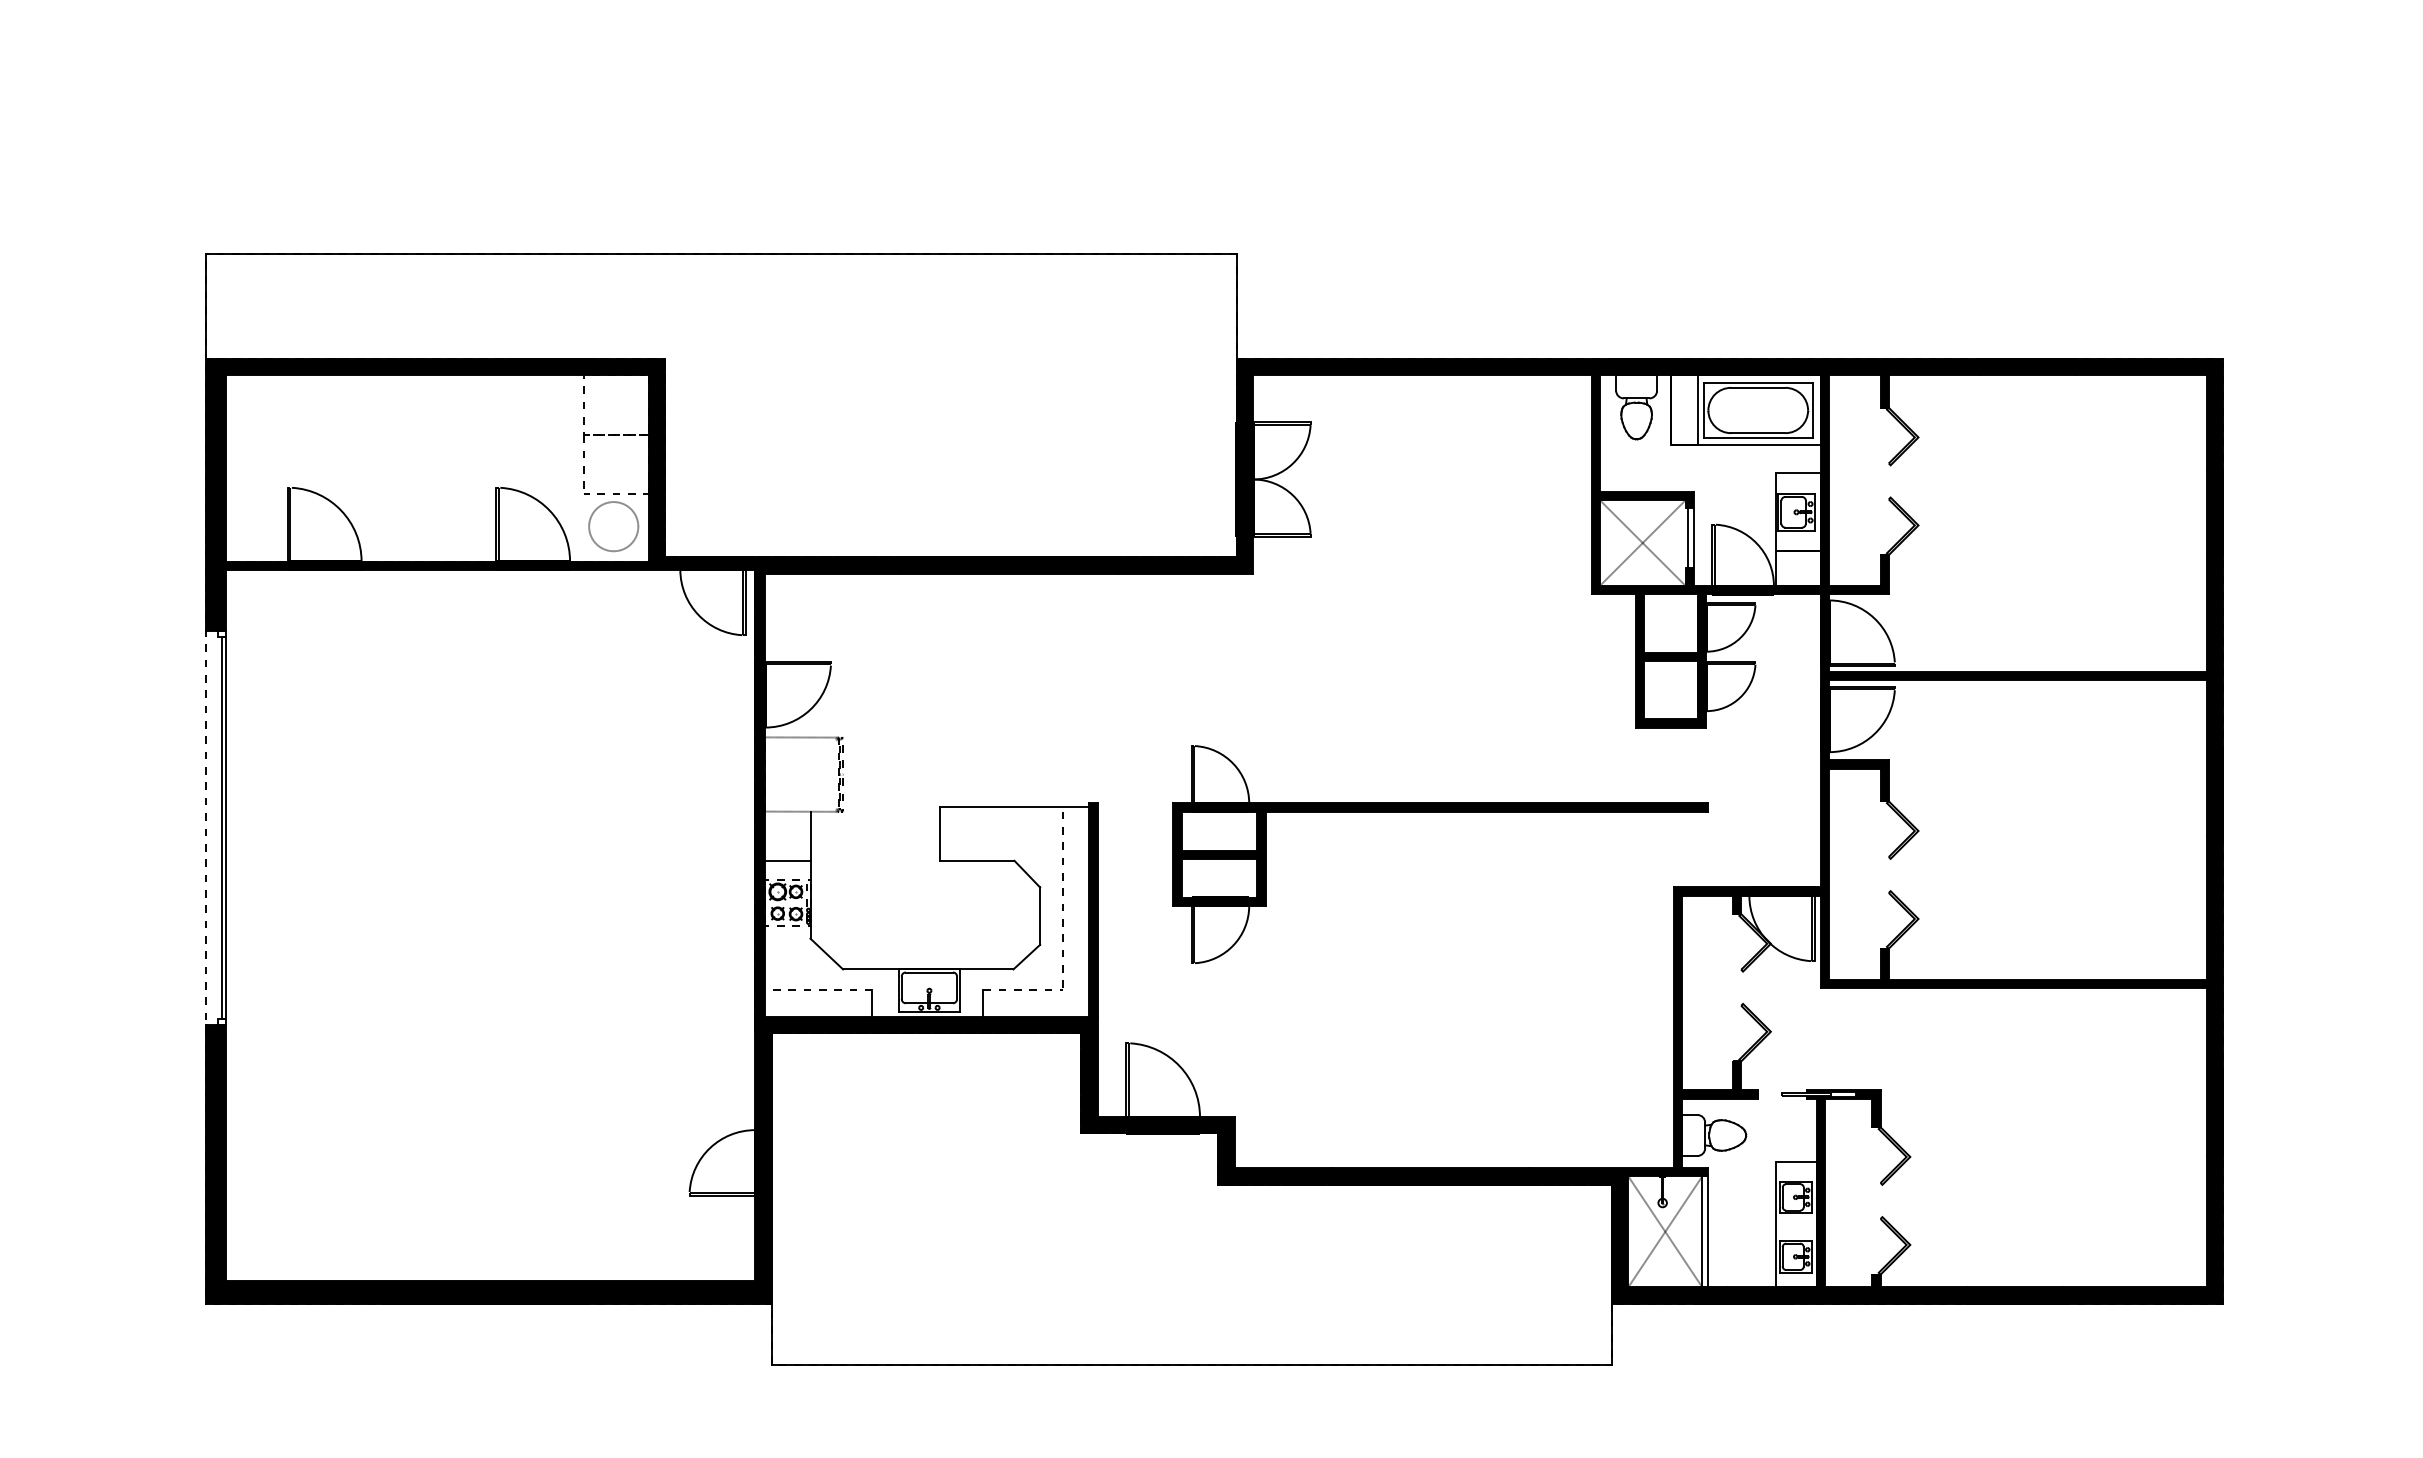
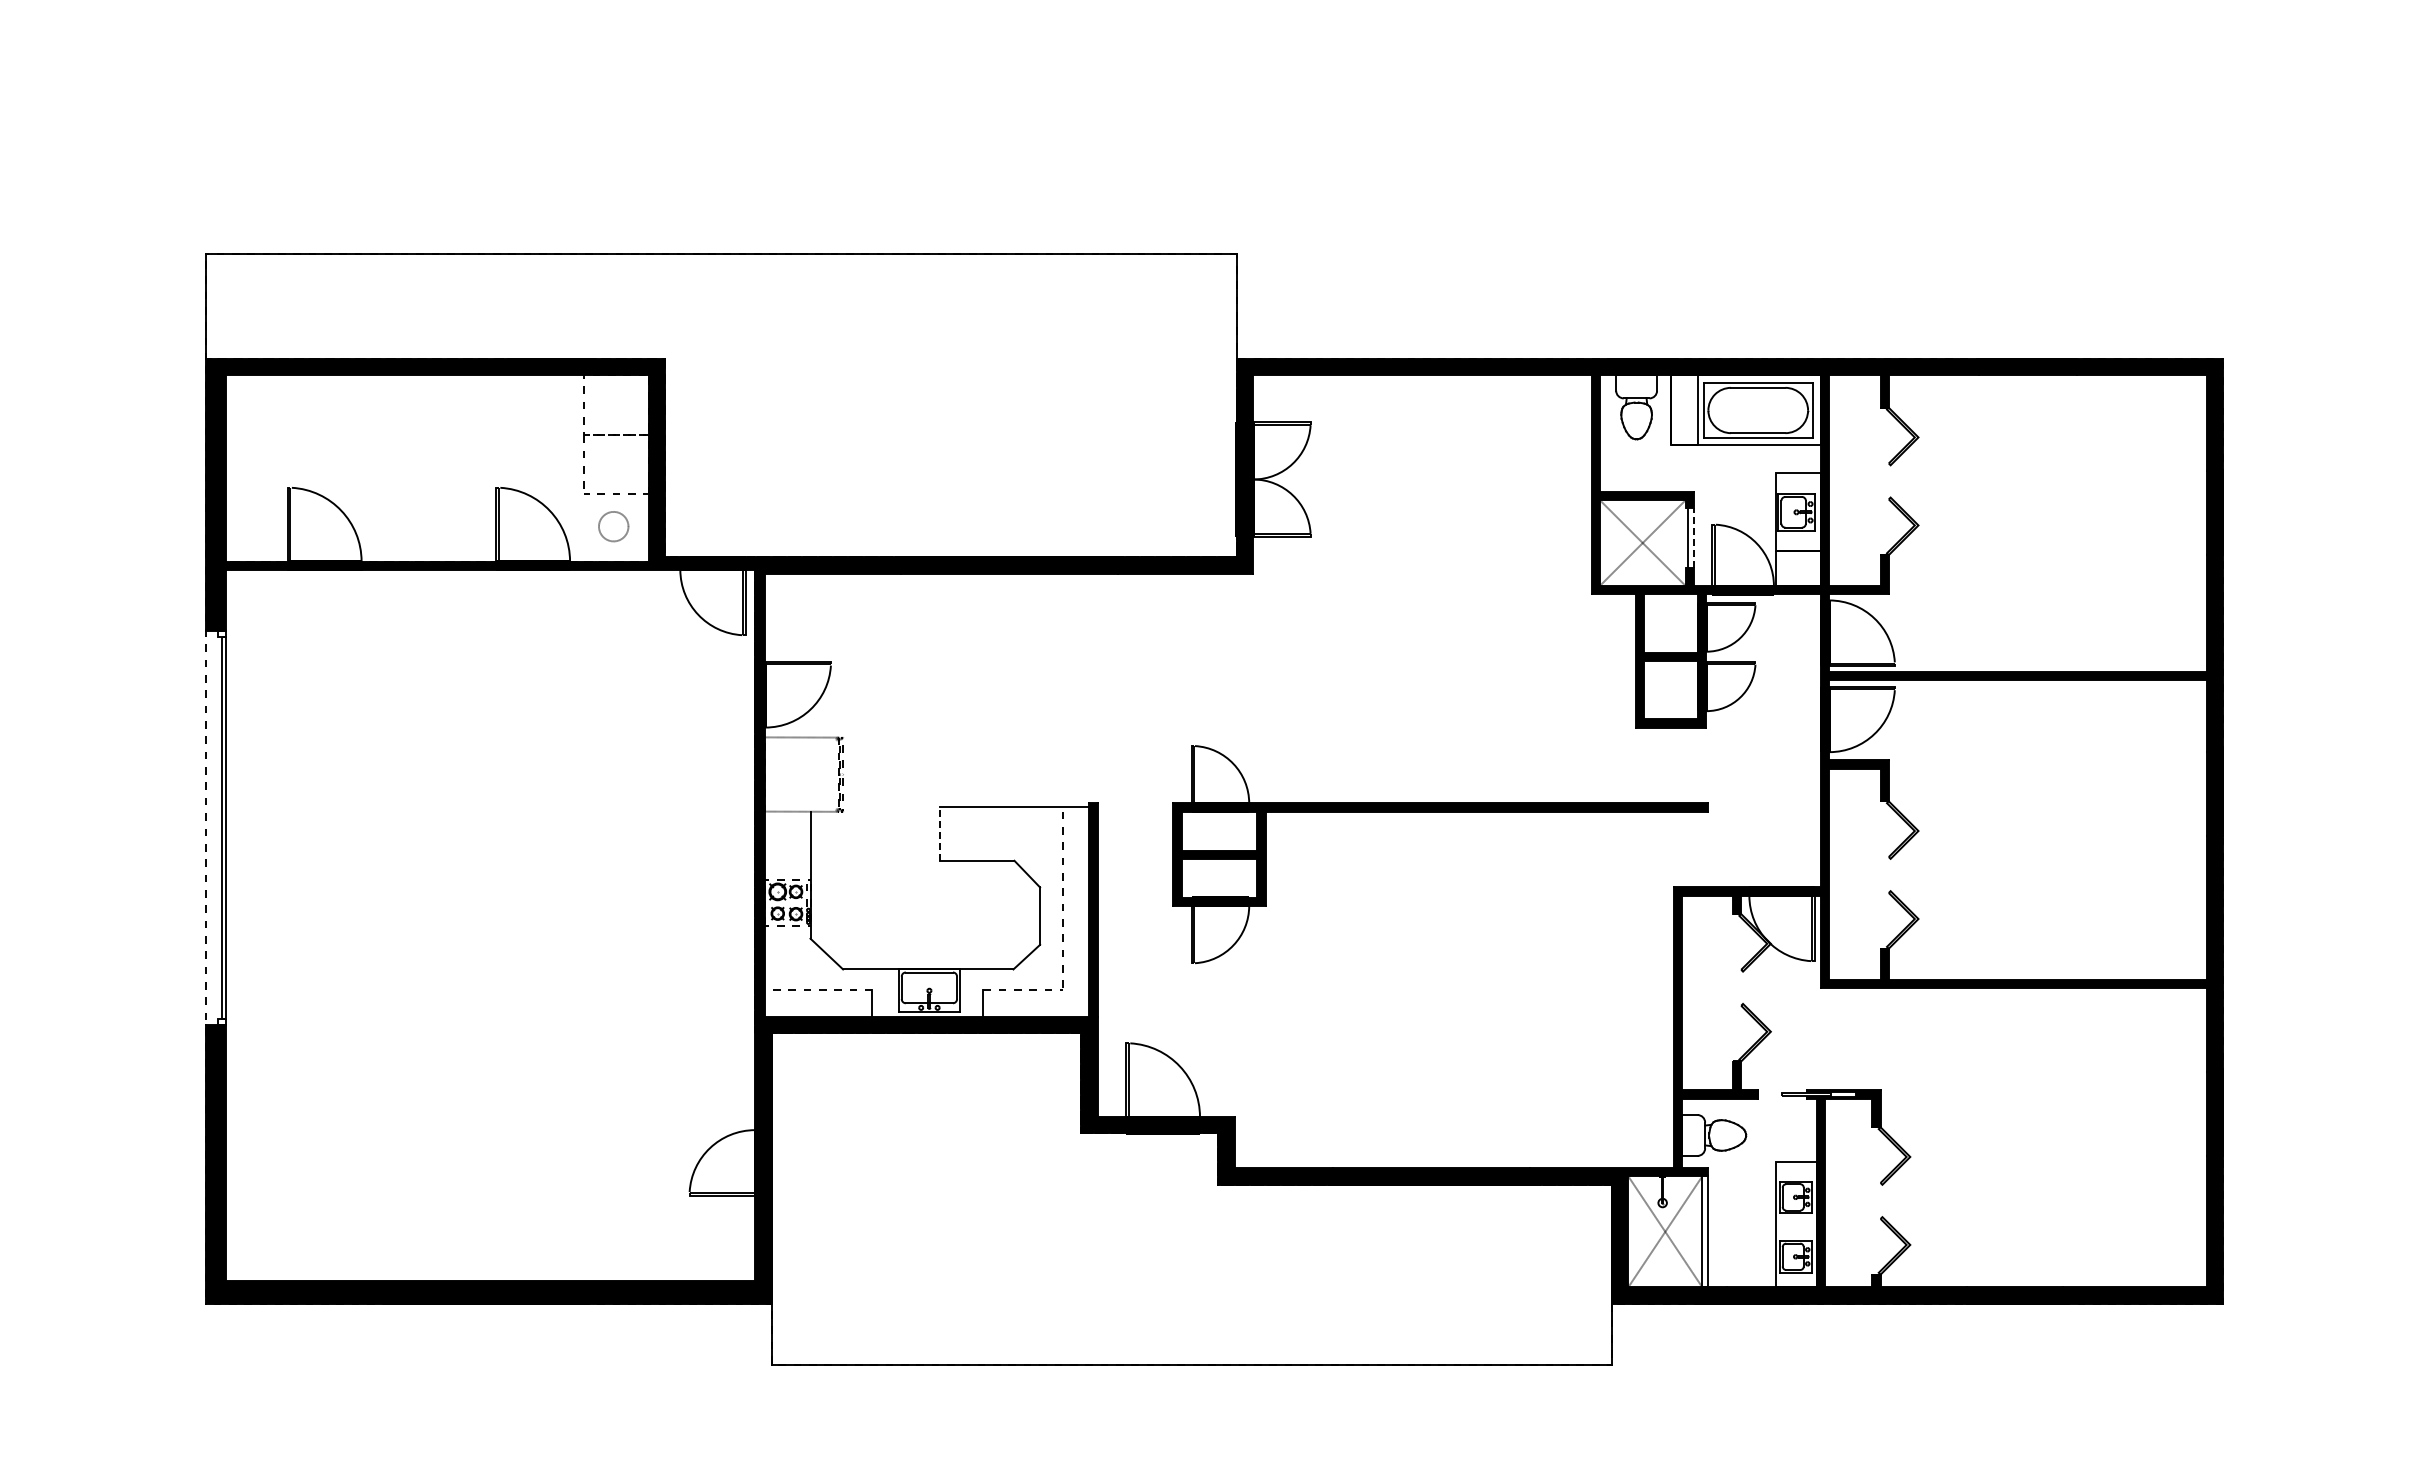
circle at (613, 526) diameter: 49 px -> 30 px
line at (1694, 537): solid -> dashed
line at (939, 834): solid -> dashed
line at (787, 860): present -> none
